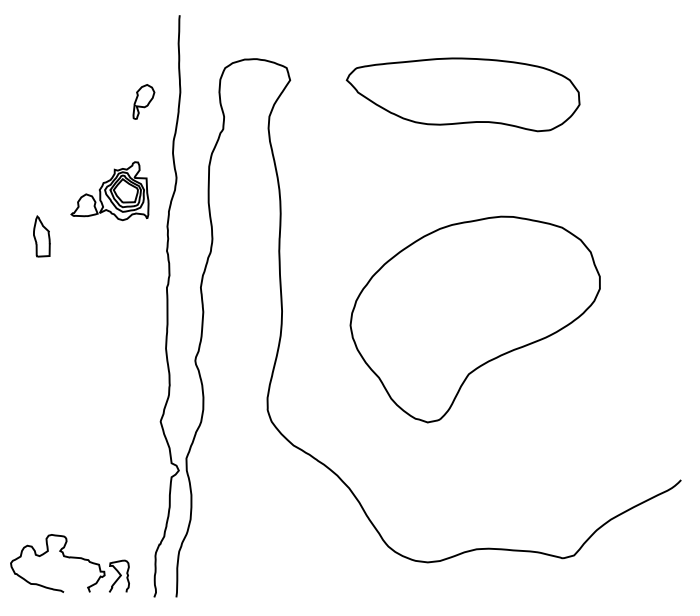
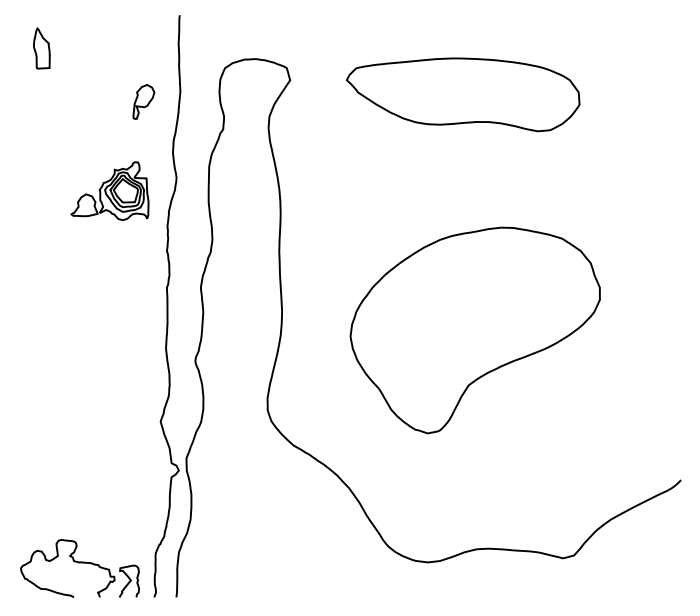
part at (41, 236) position: (41, 236) -> (41, 48)
part at (474, 319) position: (474, 319) -> (474, 330)
part at (69, 563) position: (69, 563) -> (79, 568)
